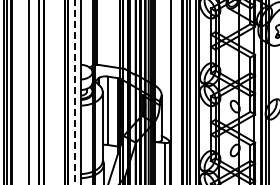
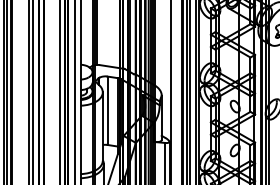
line at (33, 91): none -> present
line at (60, 91): none -> present
line at (75, 92): dashed -> solid
